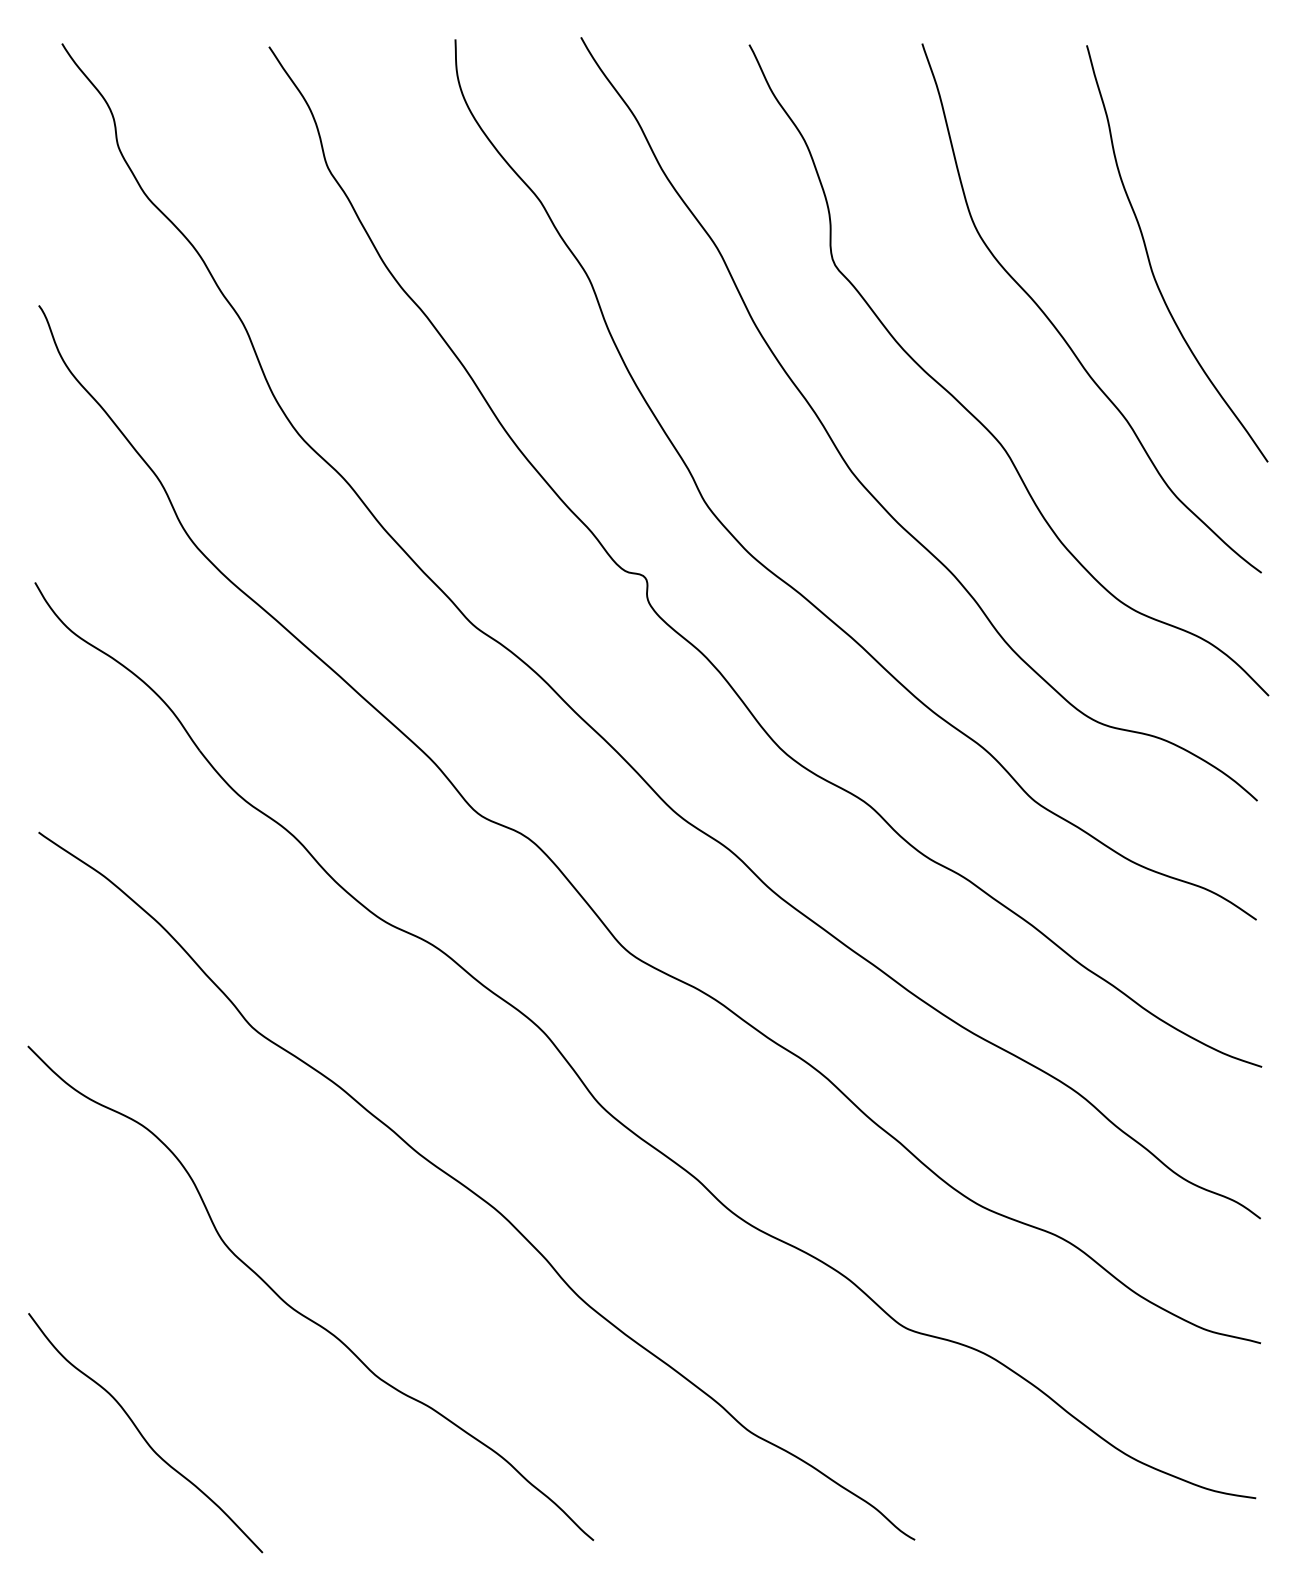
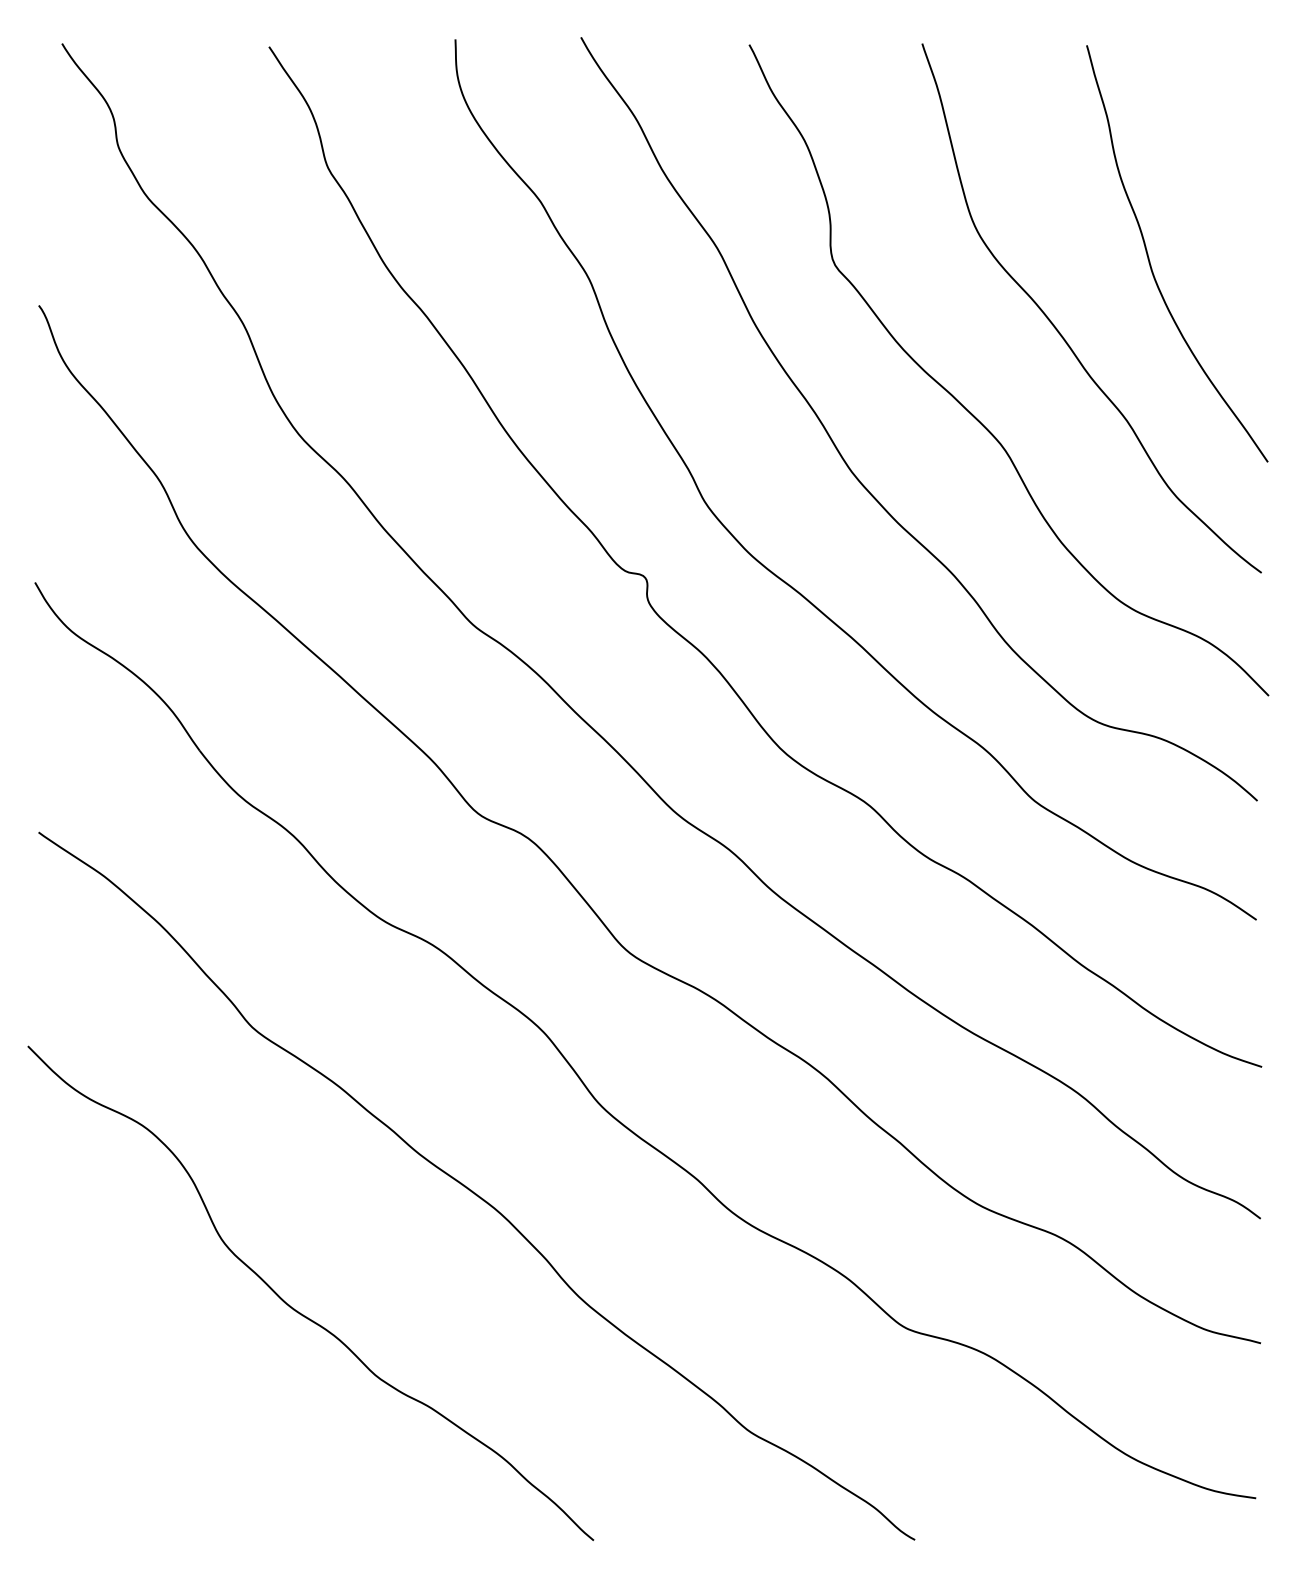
curve at (142, 1434): present -> none
